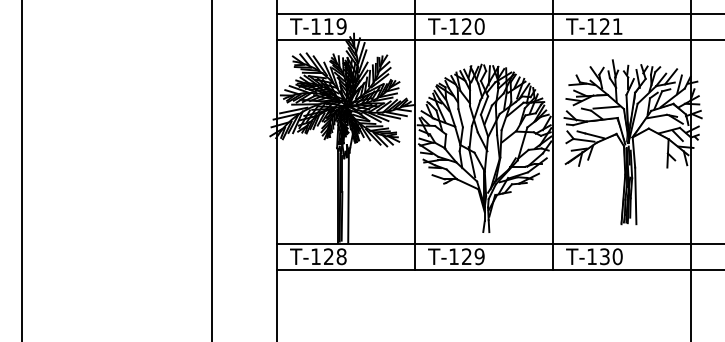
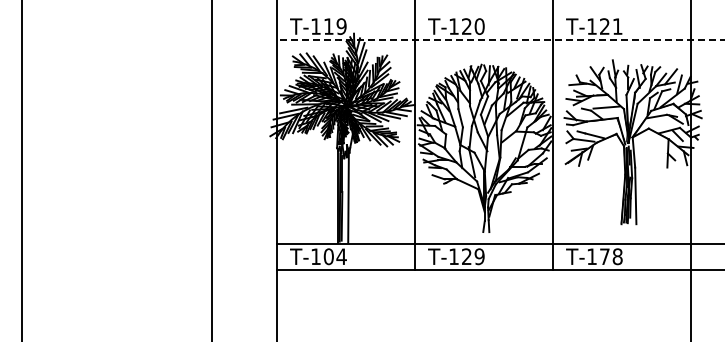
line at (498, 13): present -> none
line at (500, 39): solid -> dashed
text at (334, 256): T-128 -> T-104
text at (611, 256): T-130 -> T-178
